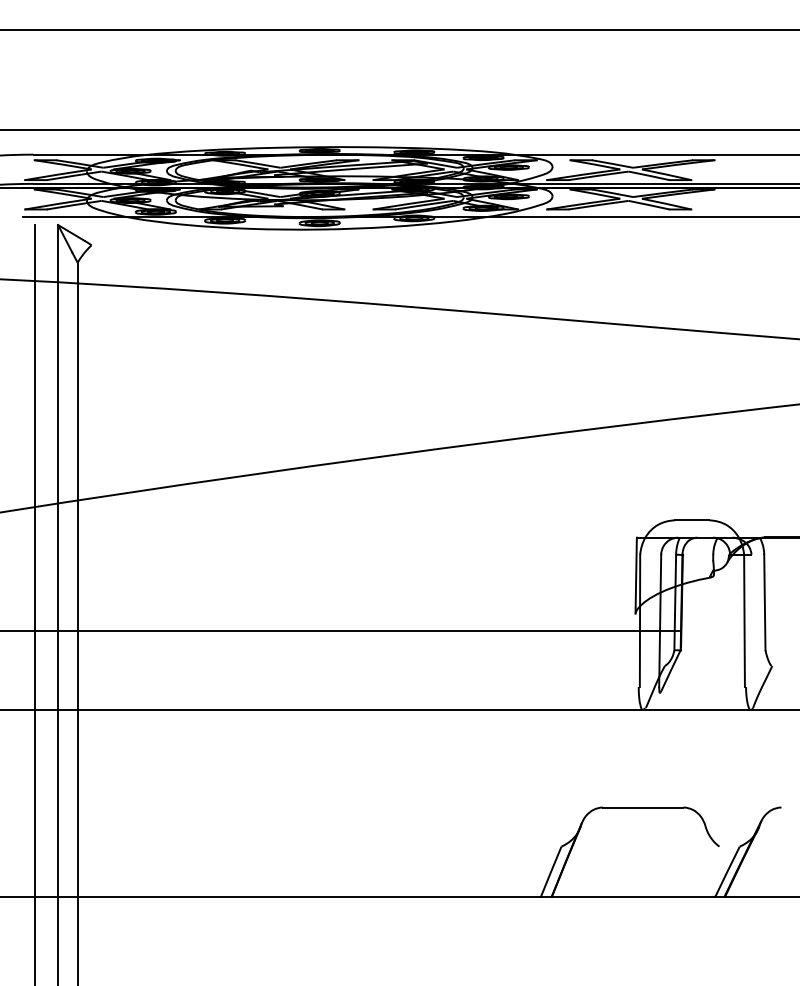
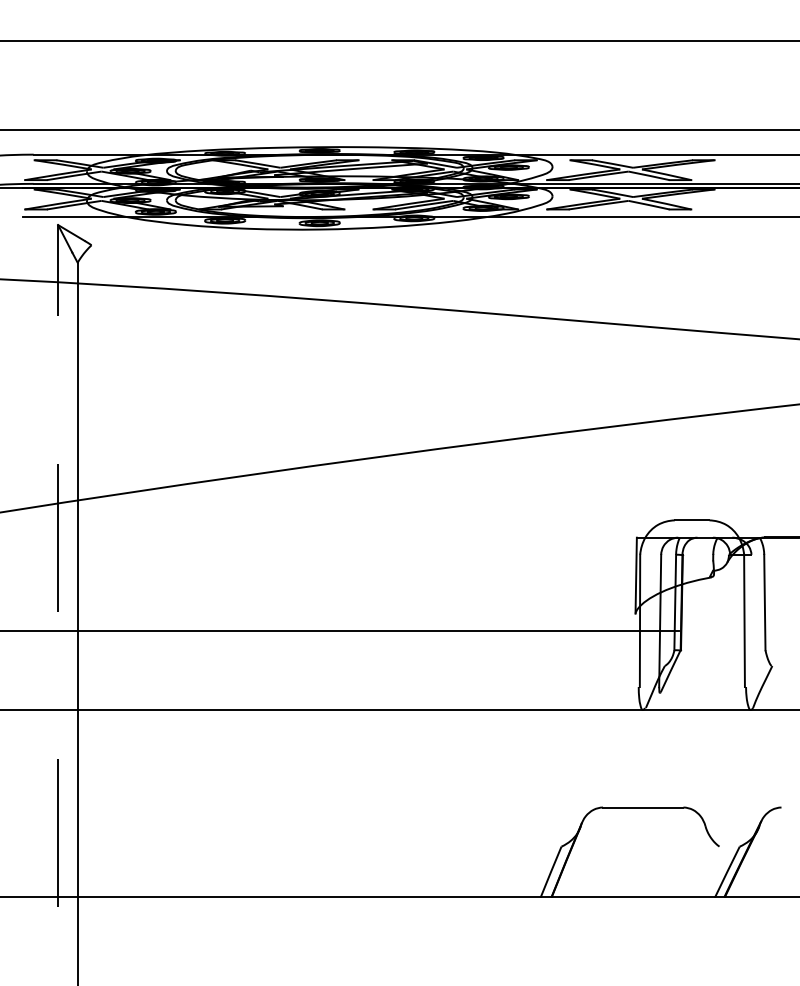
line at (399, 29) position: (399, 29) -> (399, 40)
line at (35, 603): present -> none
line at (58, 605): solid -> dashed
